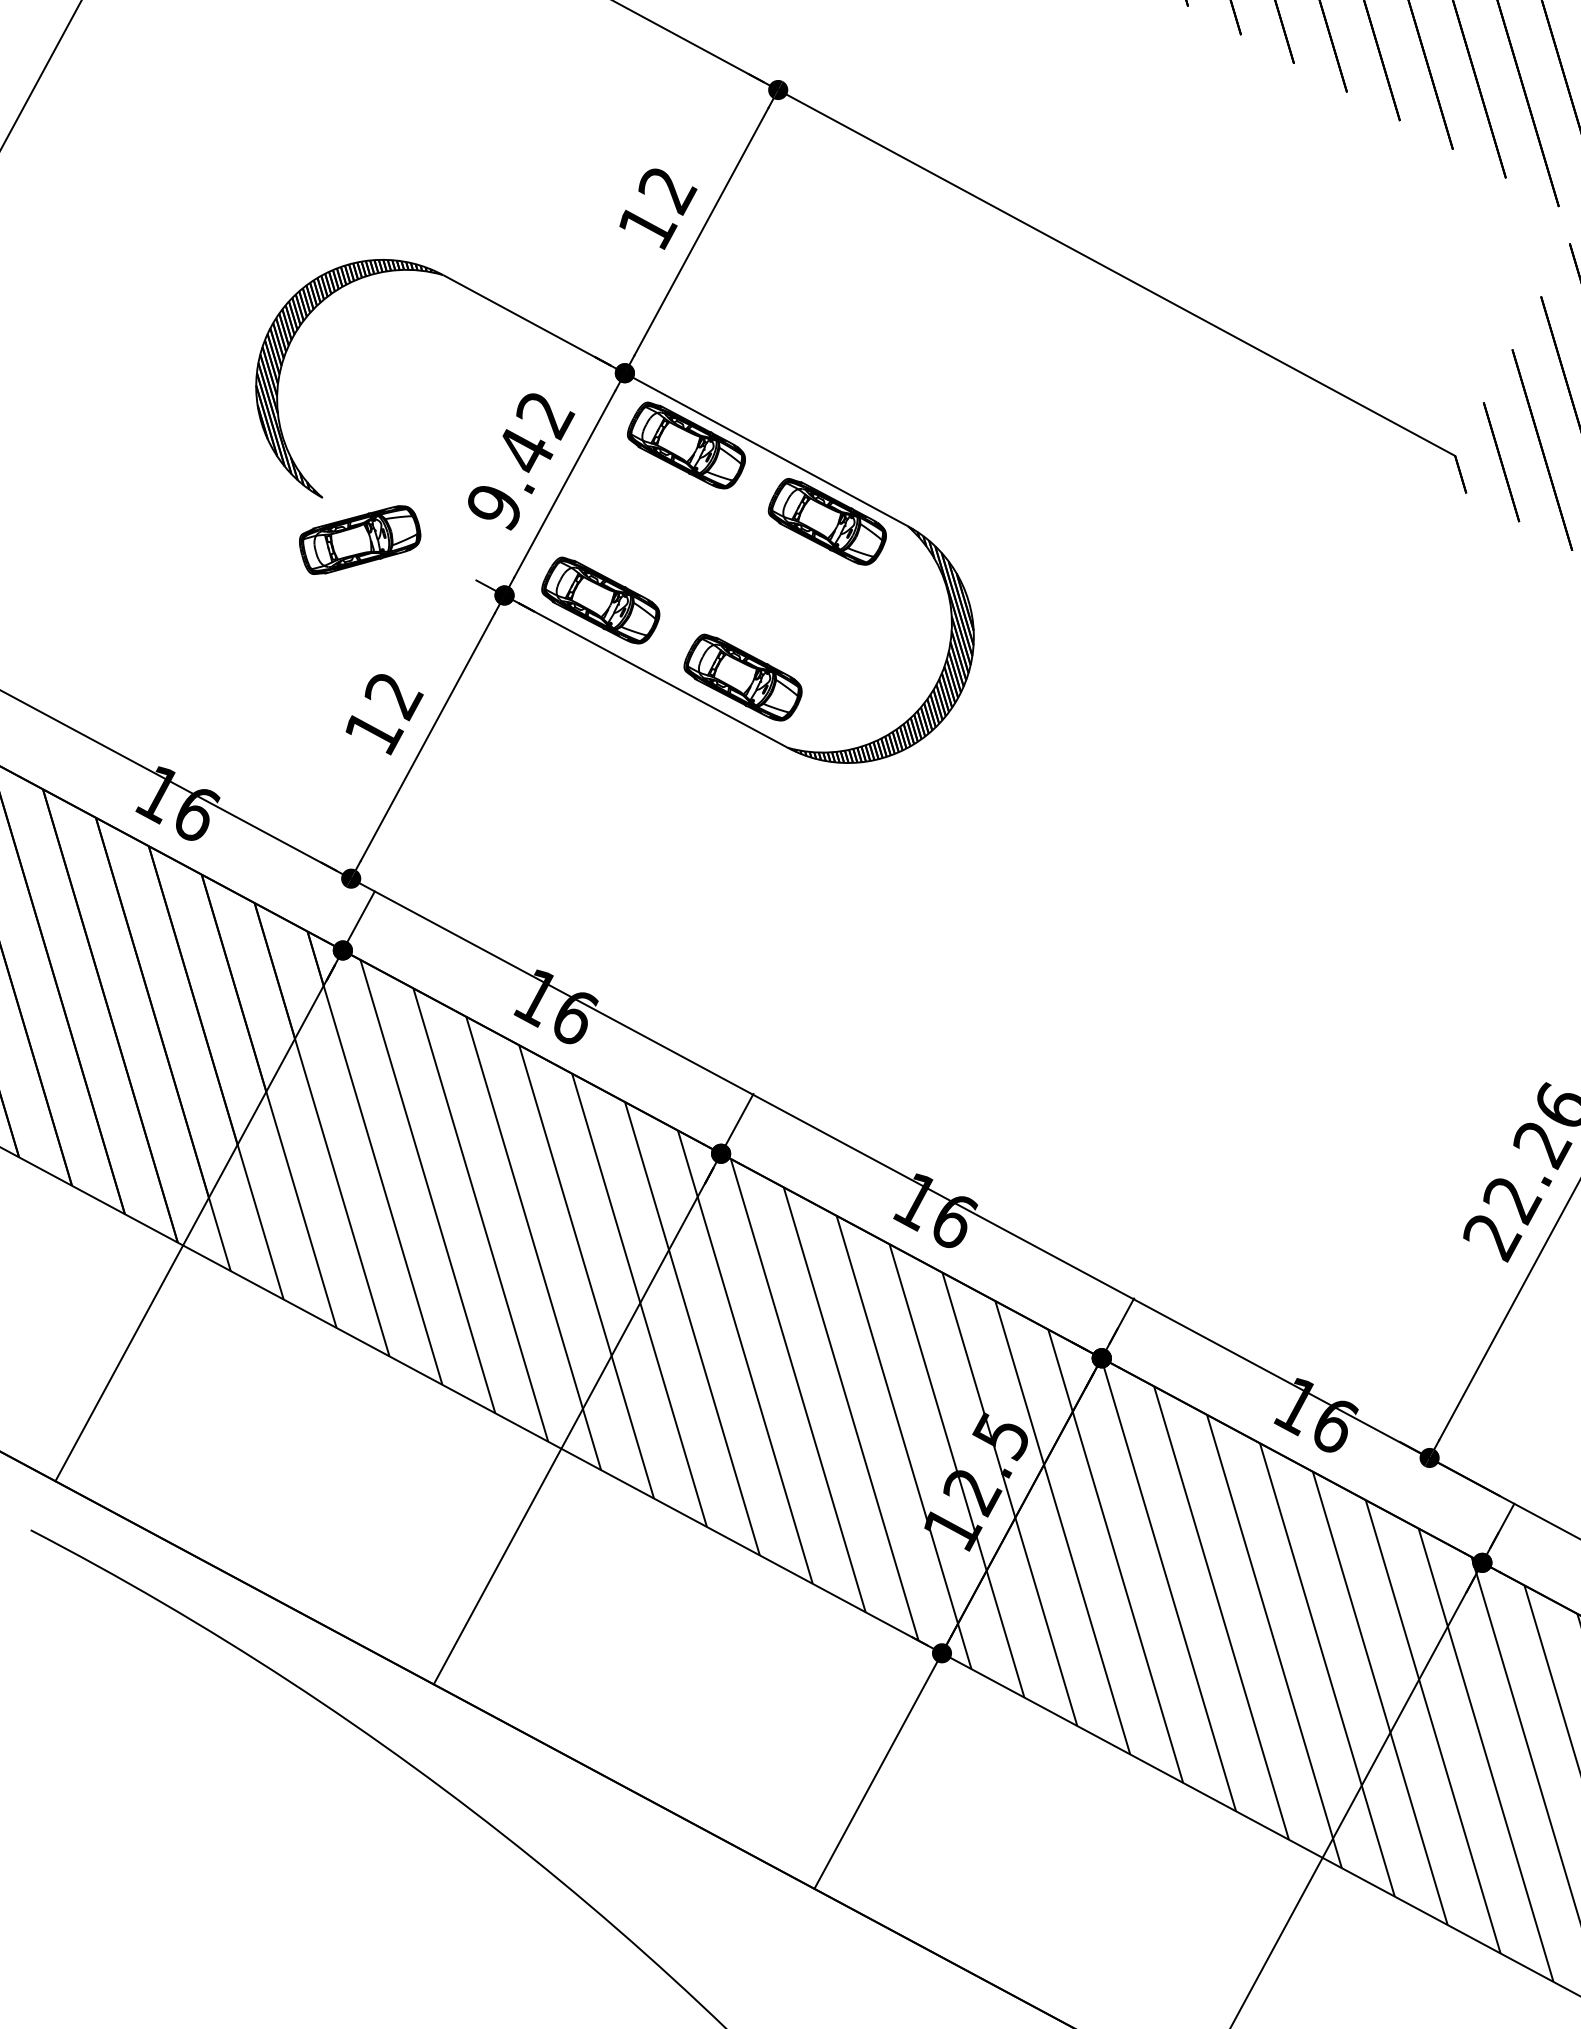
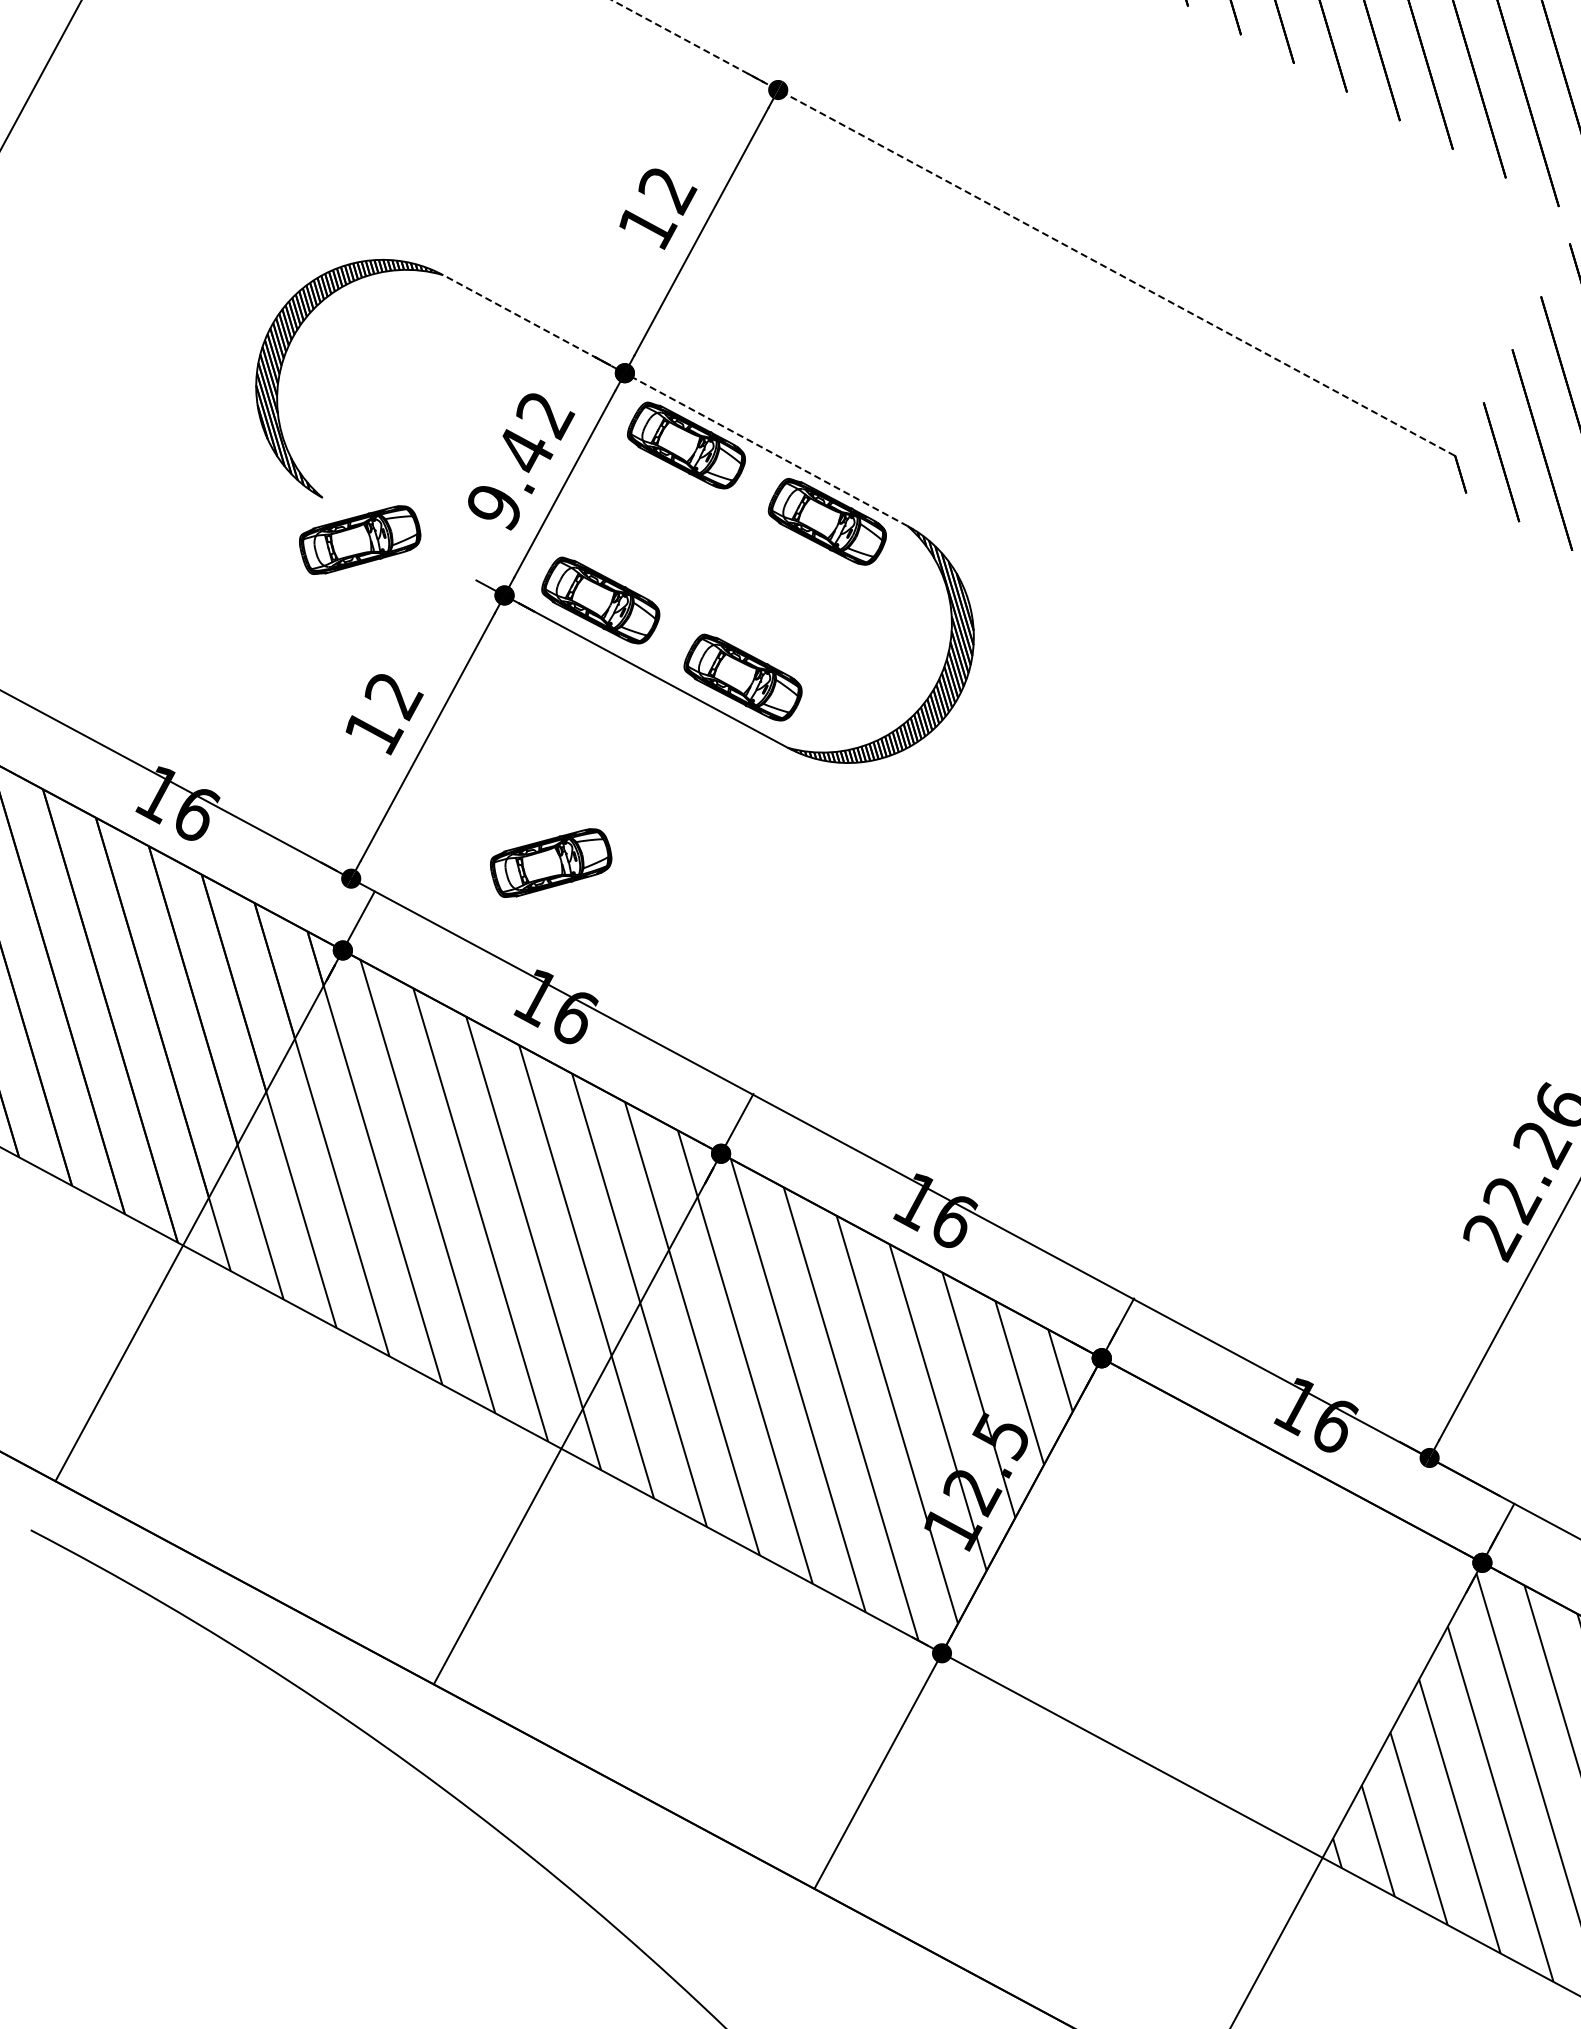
line at (1033, 228): solid -> dashed
line at (675, 400): solid -> dashed
part at (551, 862): none -> present
hatch at (1217, 1598): present -> none
